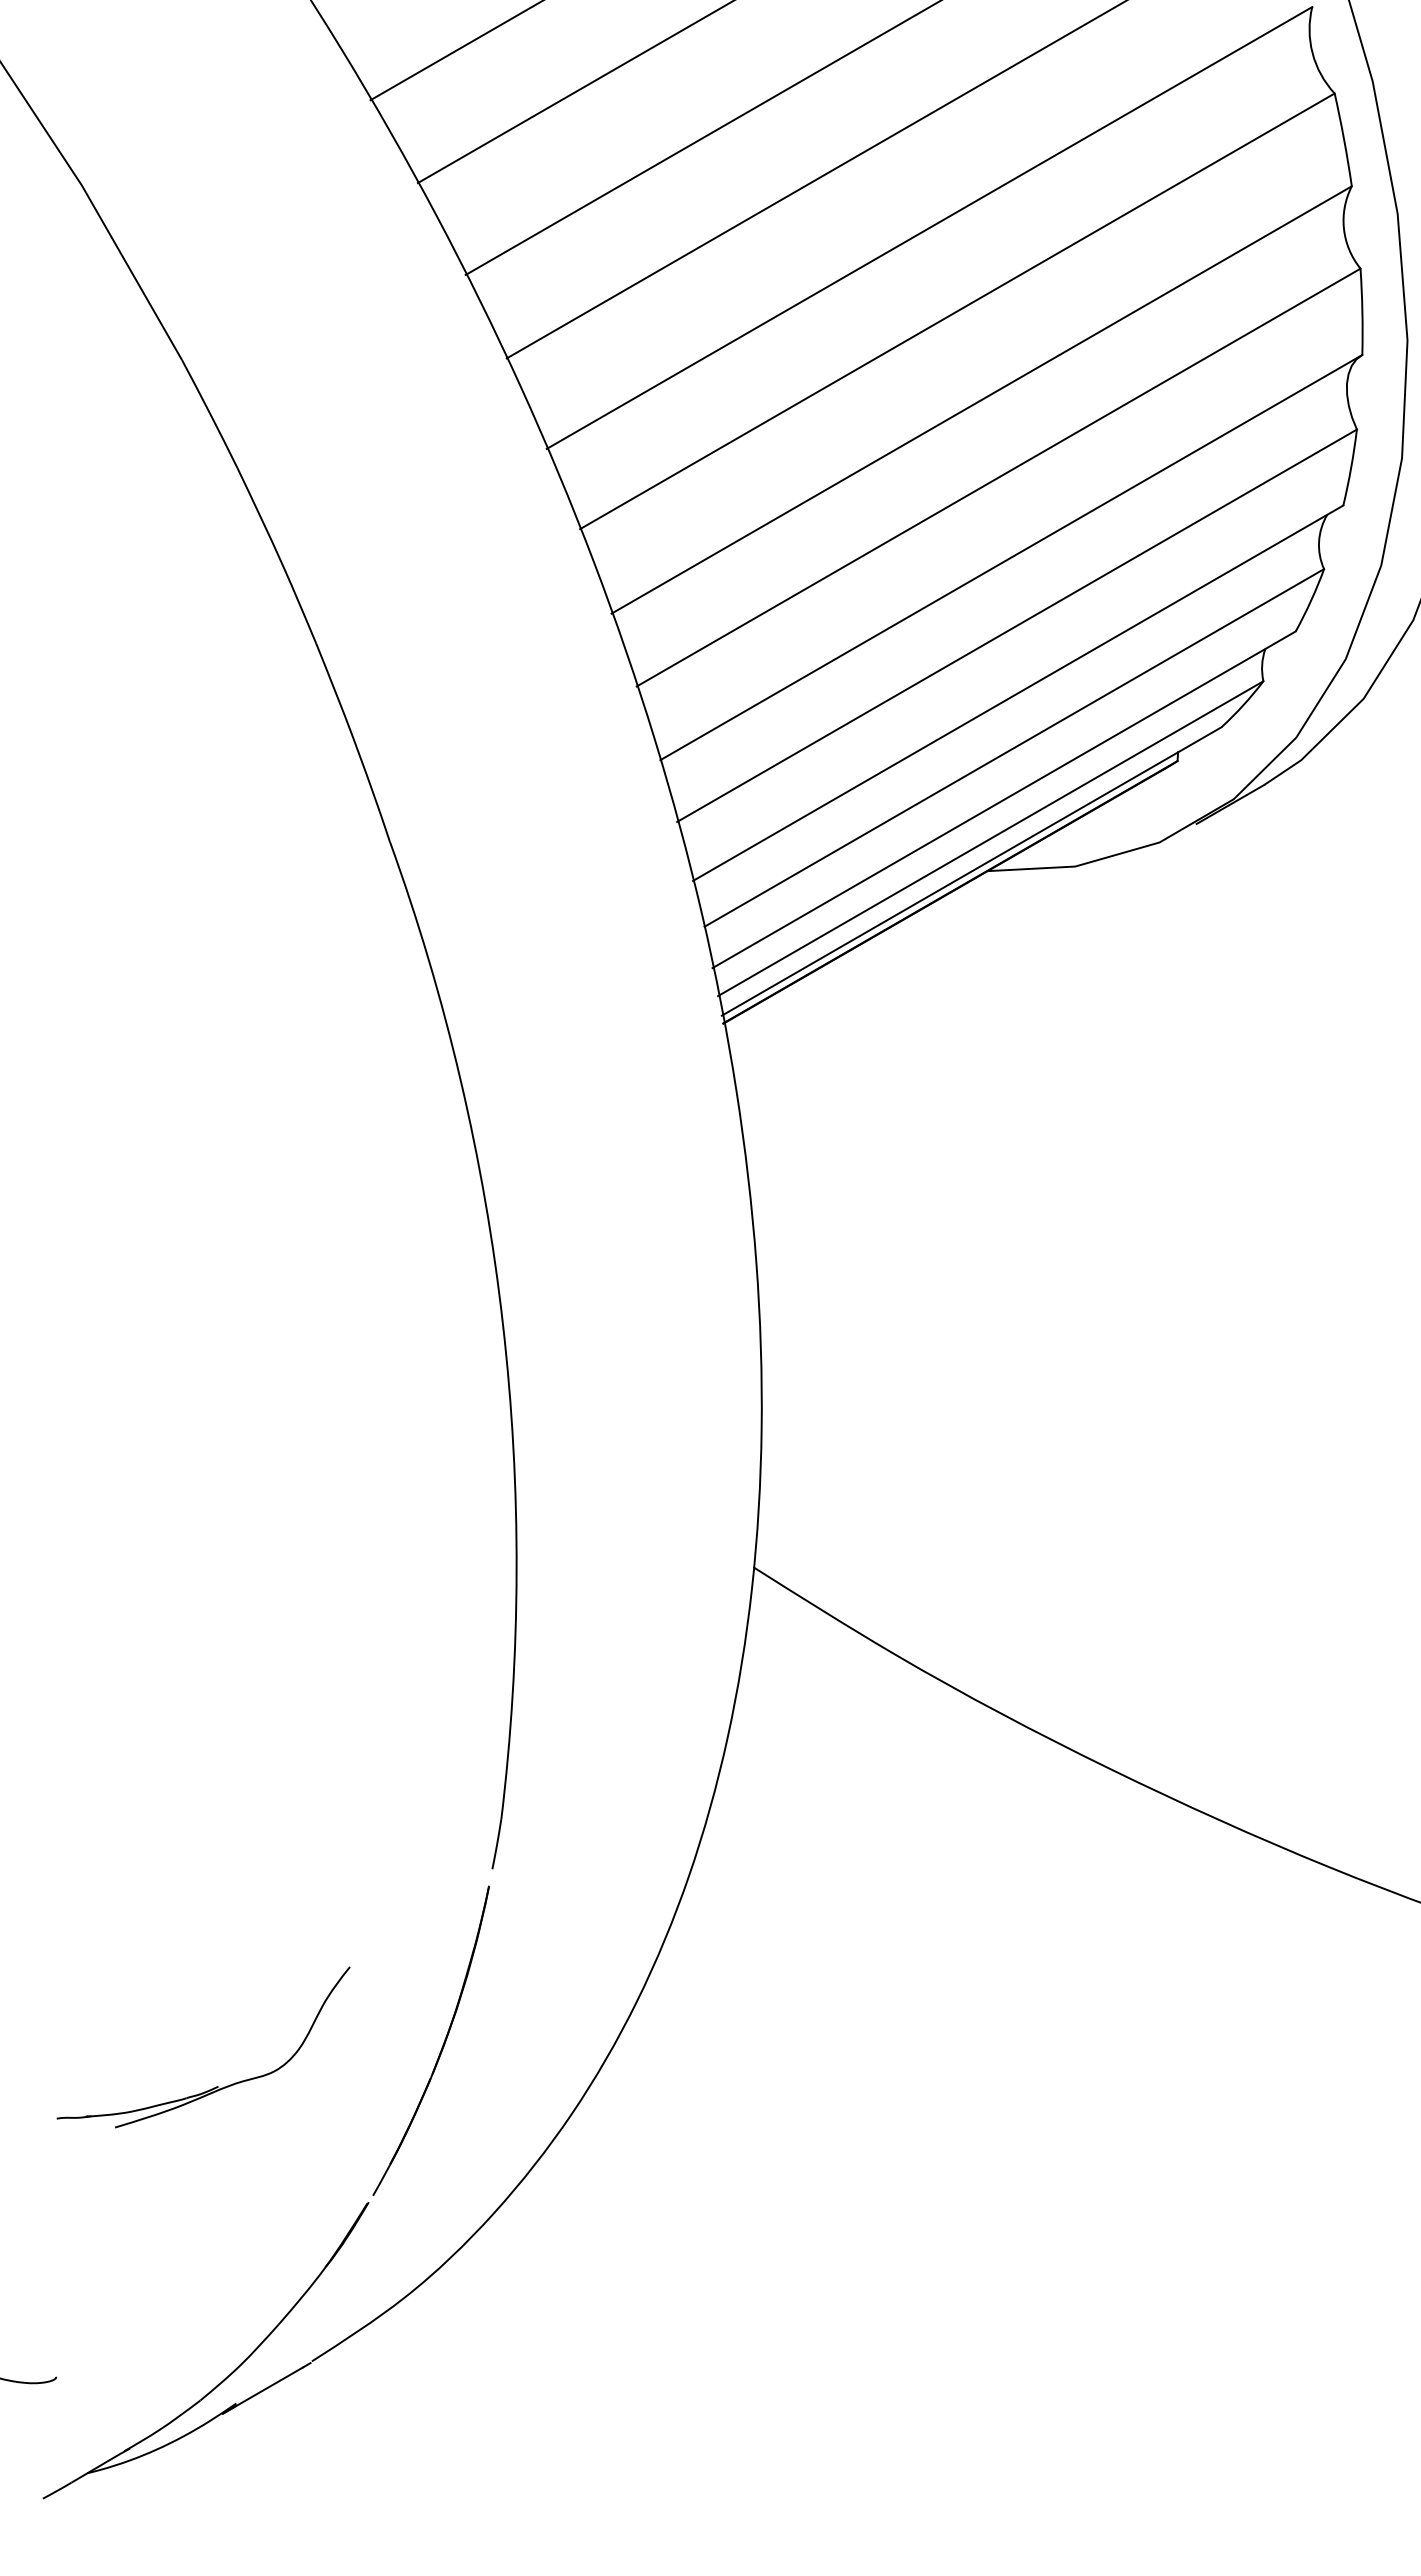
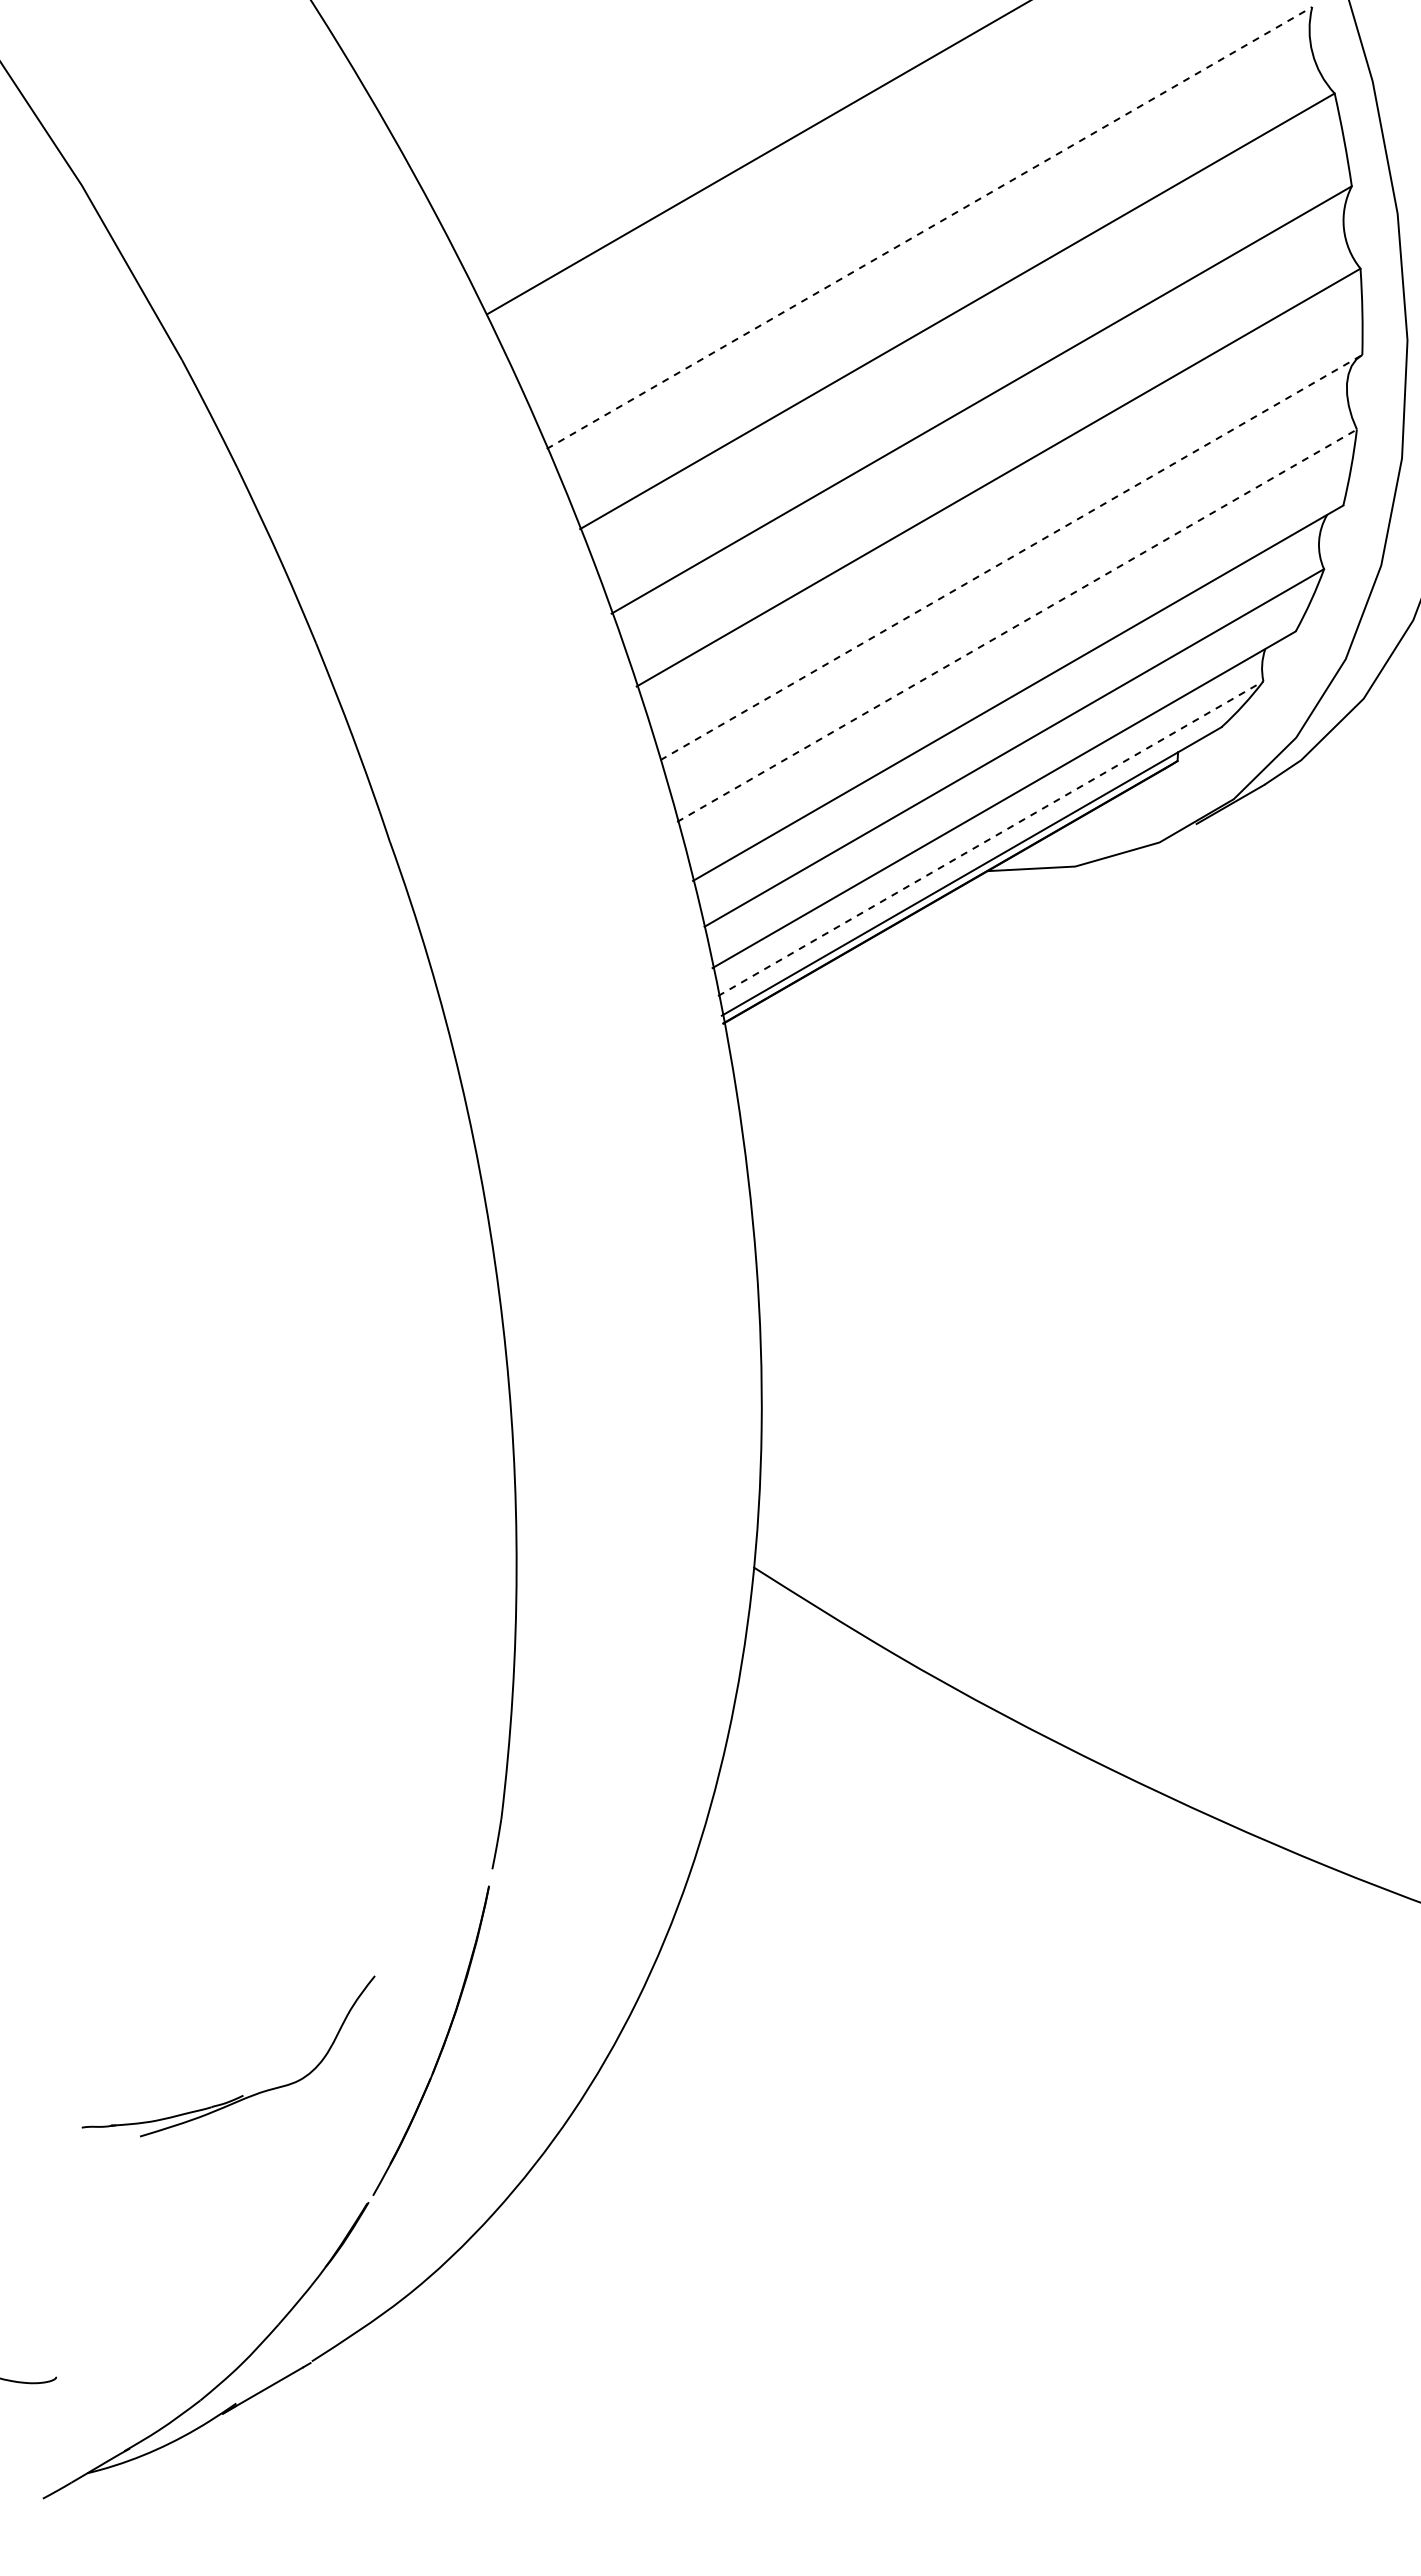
line at (455, 51): present -> none
line at (573, 92): present -> none
line at (701, 138) position: (701, 138) -> (757, 158)
line at (814, 180): present -> none
line at (929, 228): solid -> dashed
line at (1011, 557): solid -> dashed
line at (1017, 625): solid -> dashed
line at (990, 838): solid -> dashed
part at (216, 2086) position: (216, 2086) -> (241, 2095)
